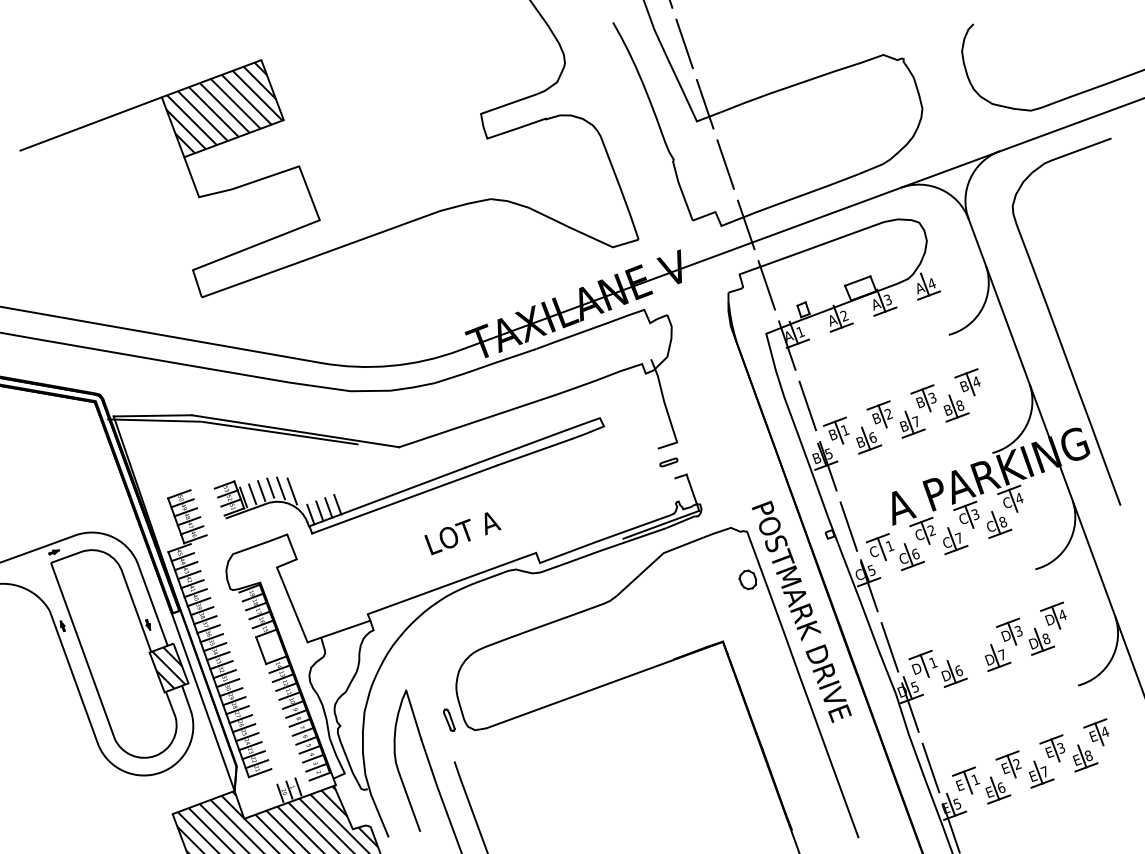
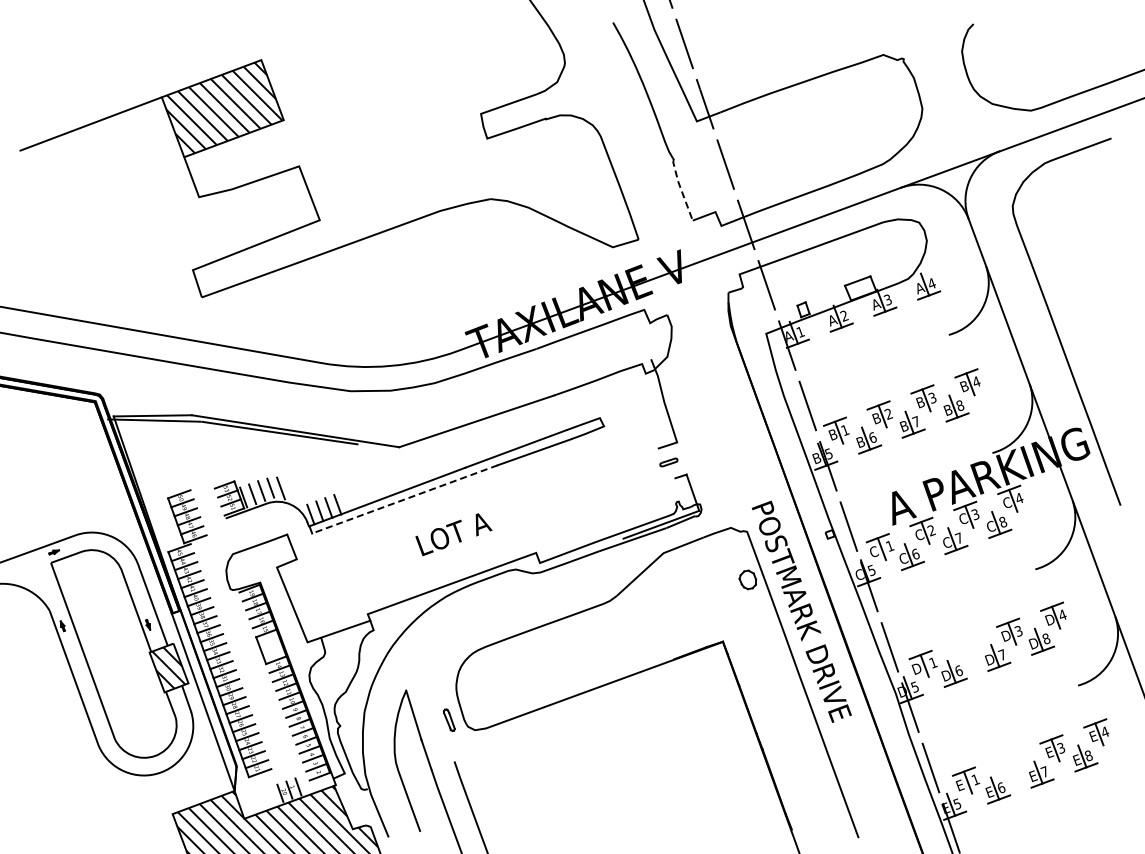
line at (681, 189): solid -> dashed
line at (291, 491): present -> none
line at (404, 499): solid -> dashed
text at (462, 533) position: (462, 533) -> (453, 534)
part at (1008, 764): present -> none
